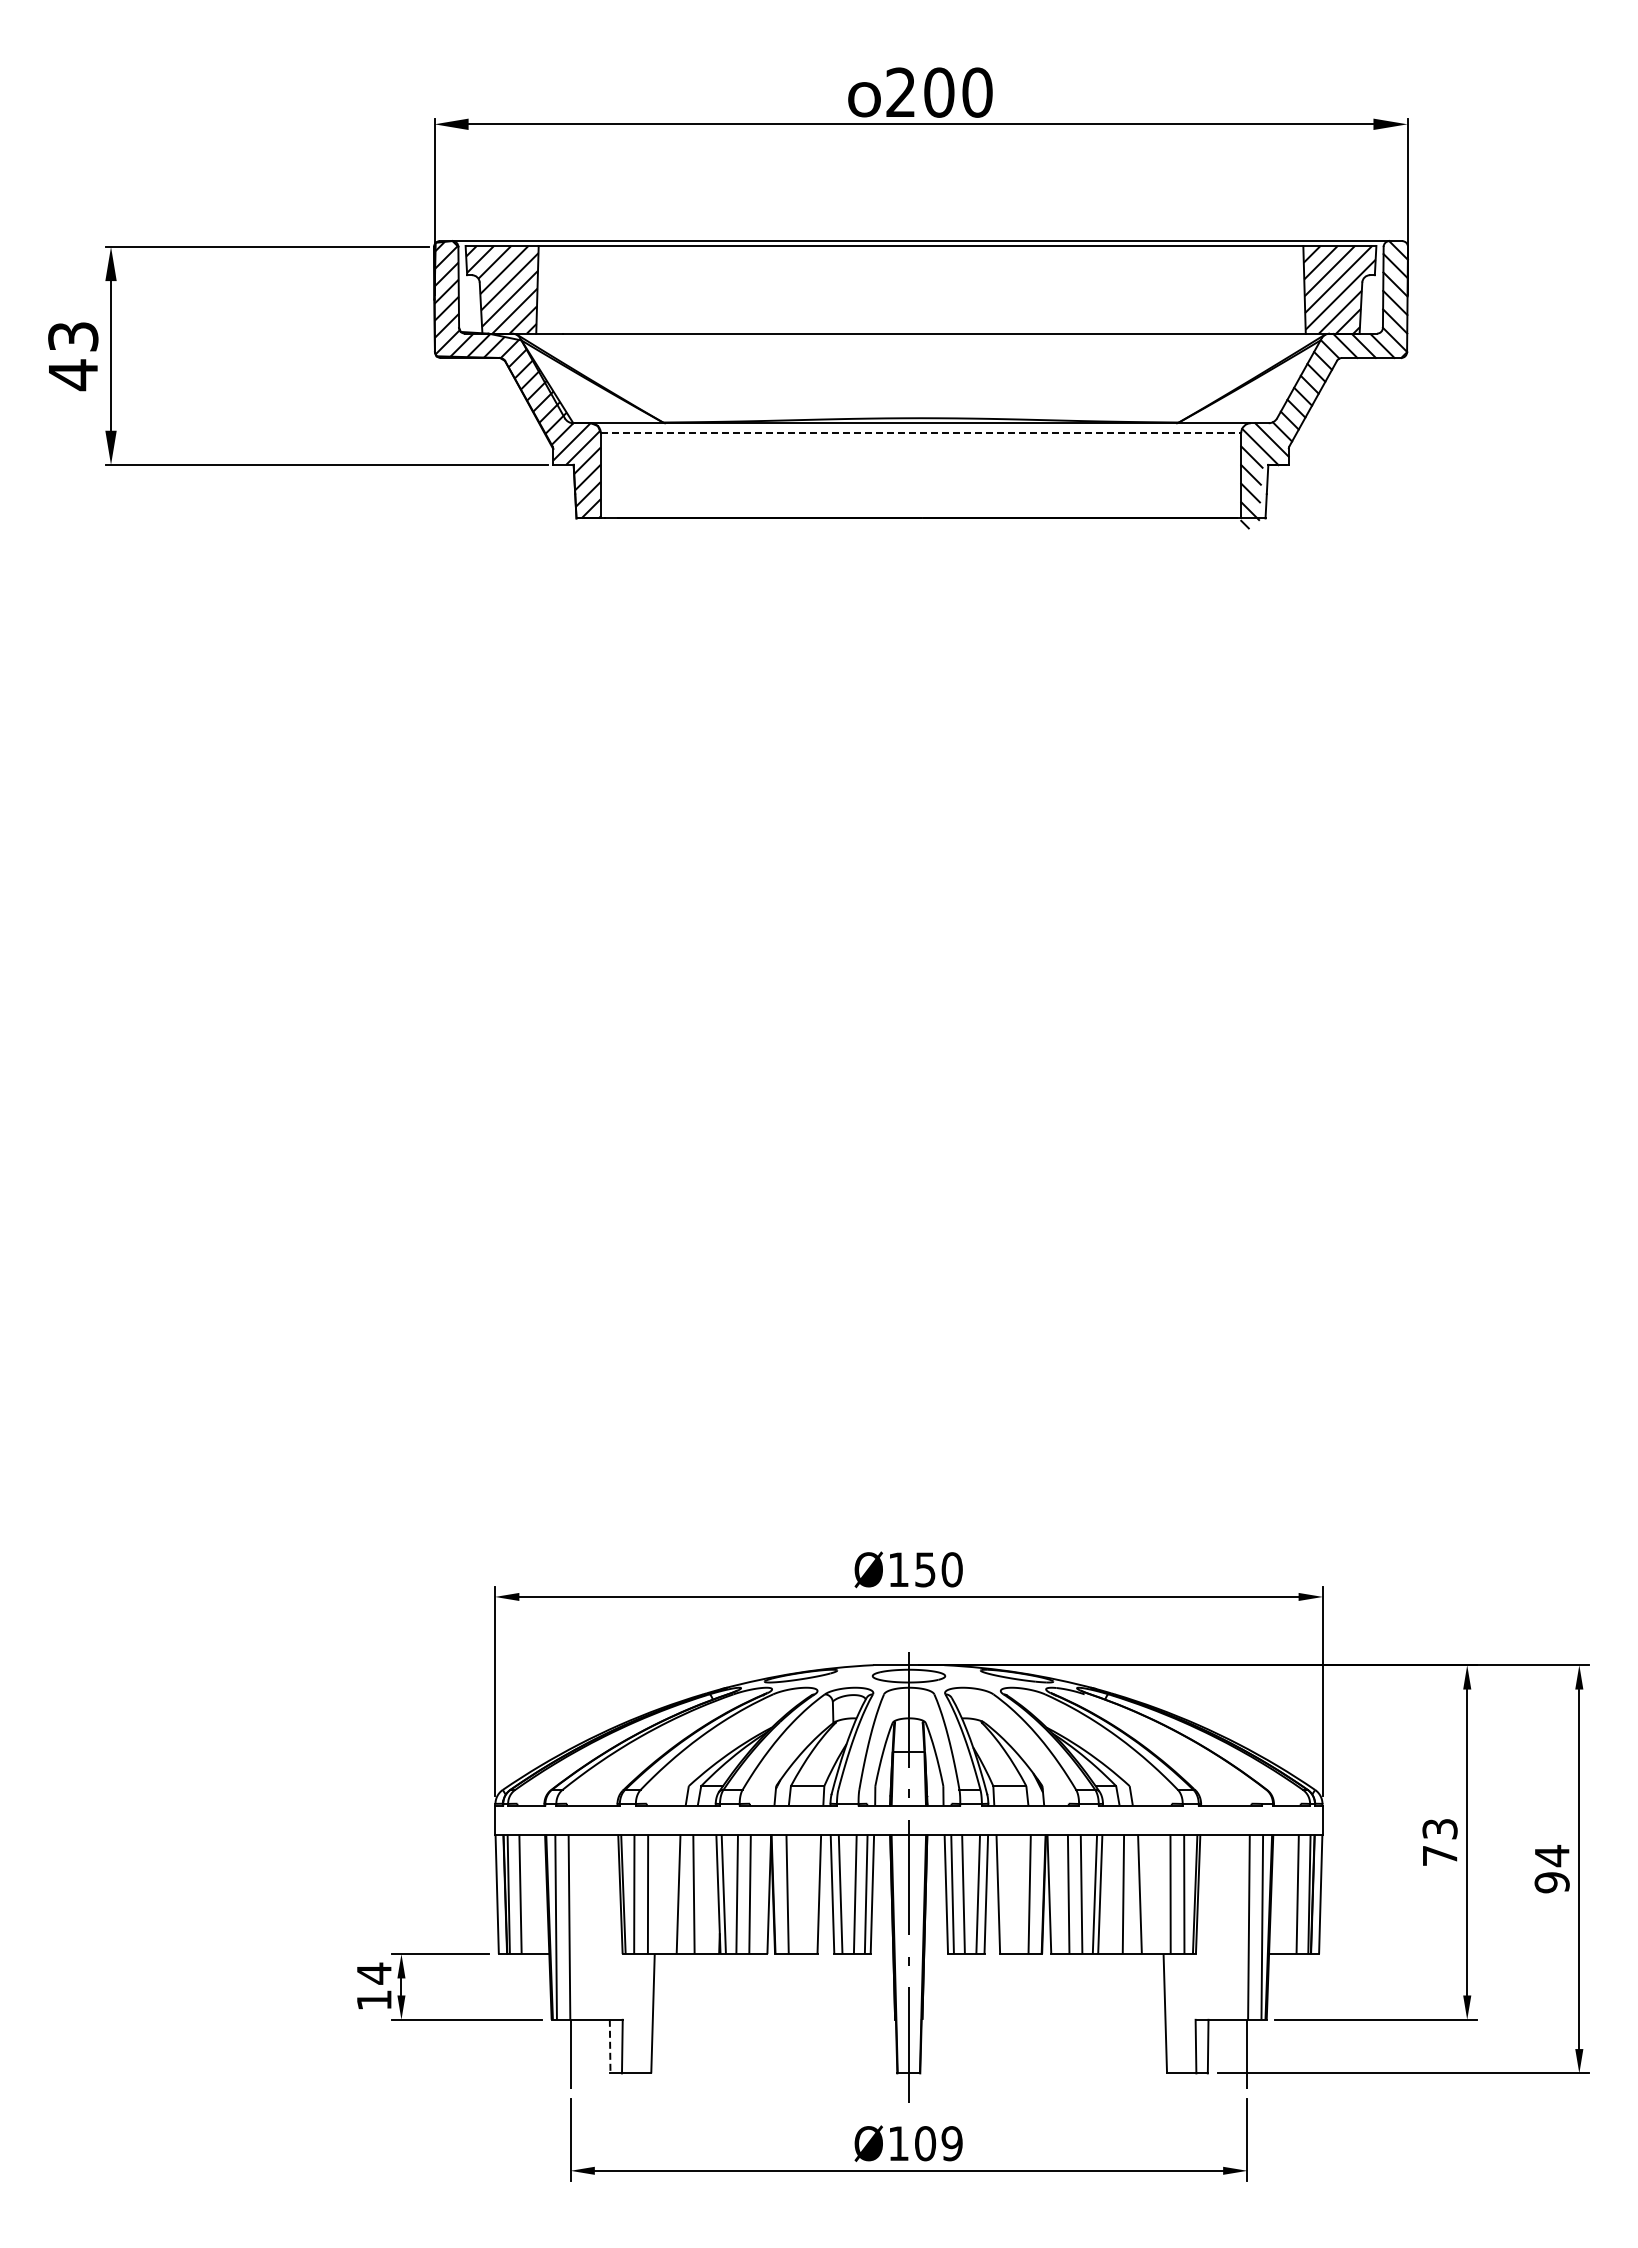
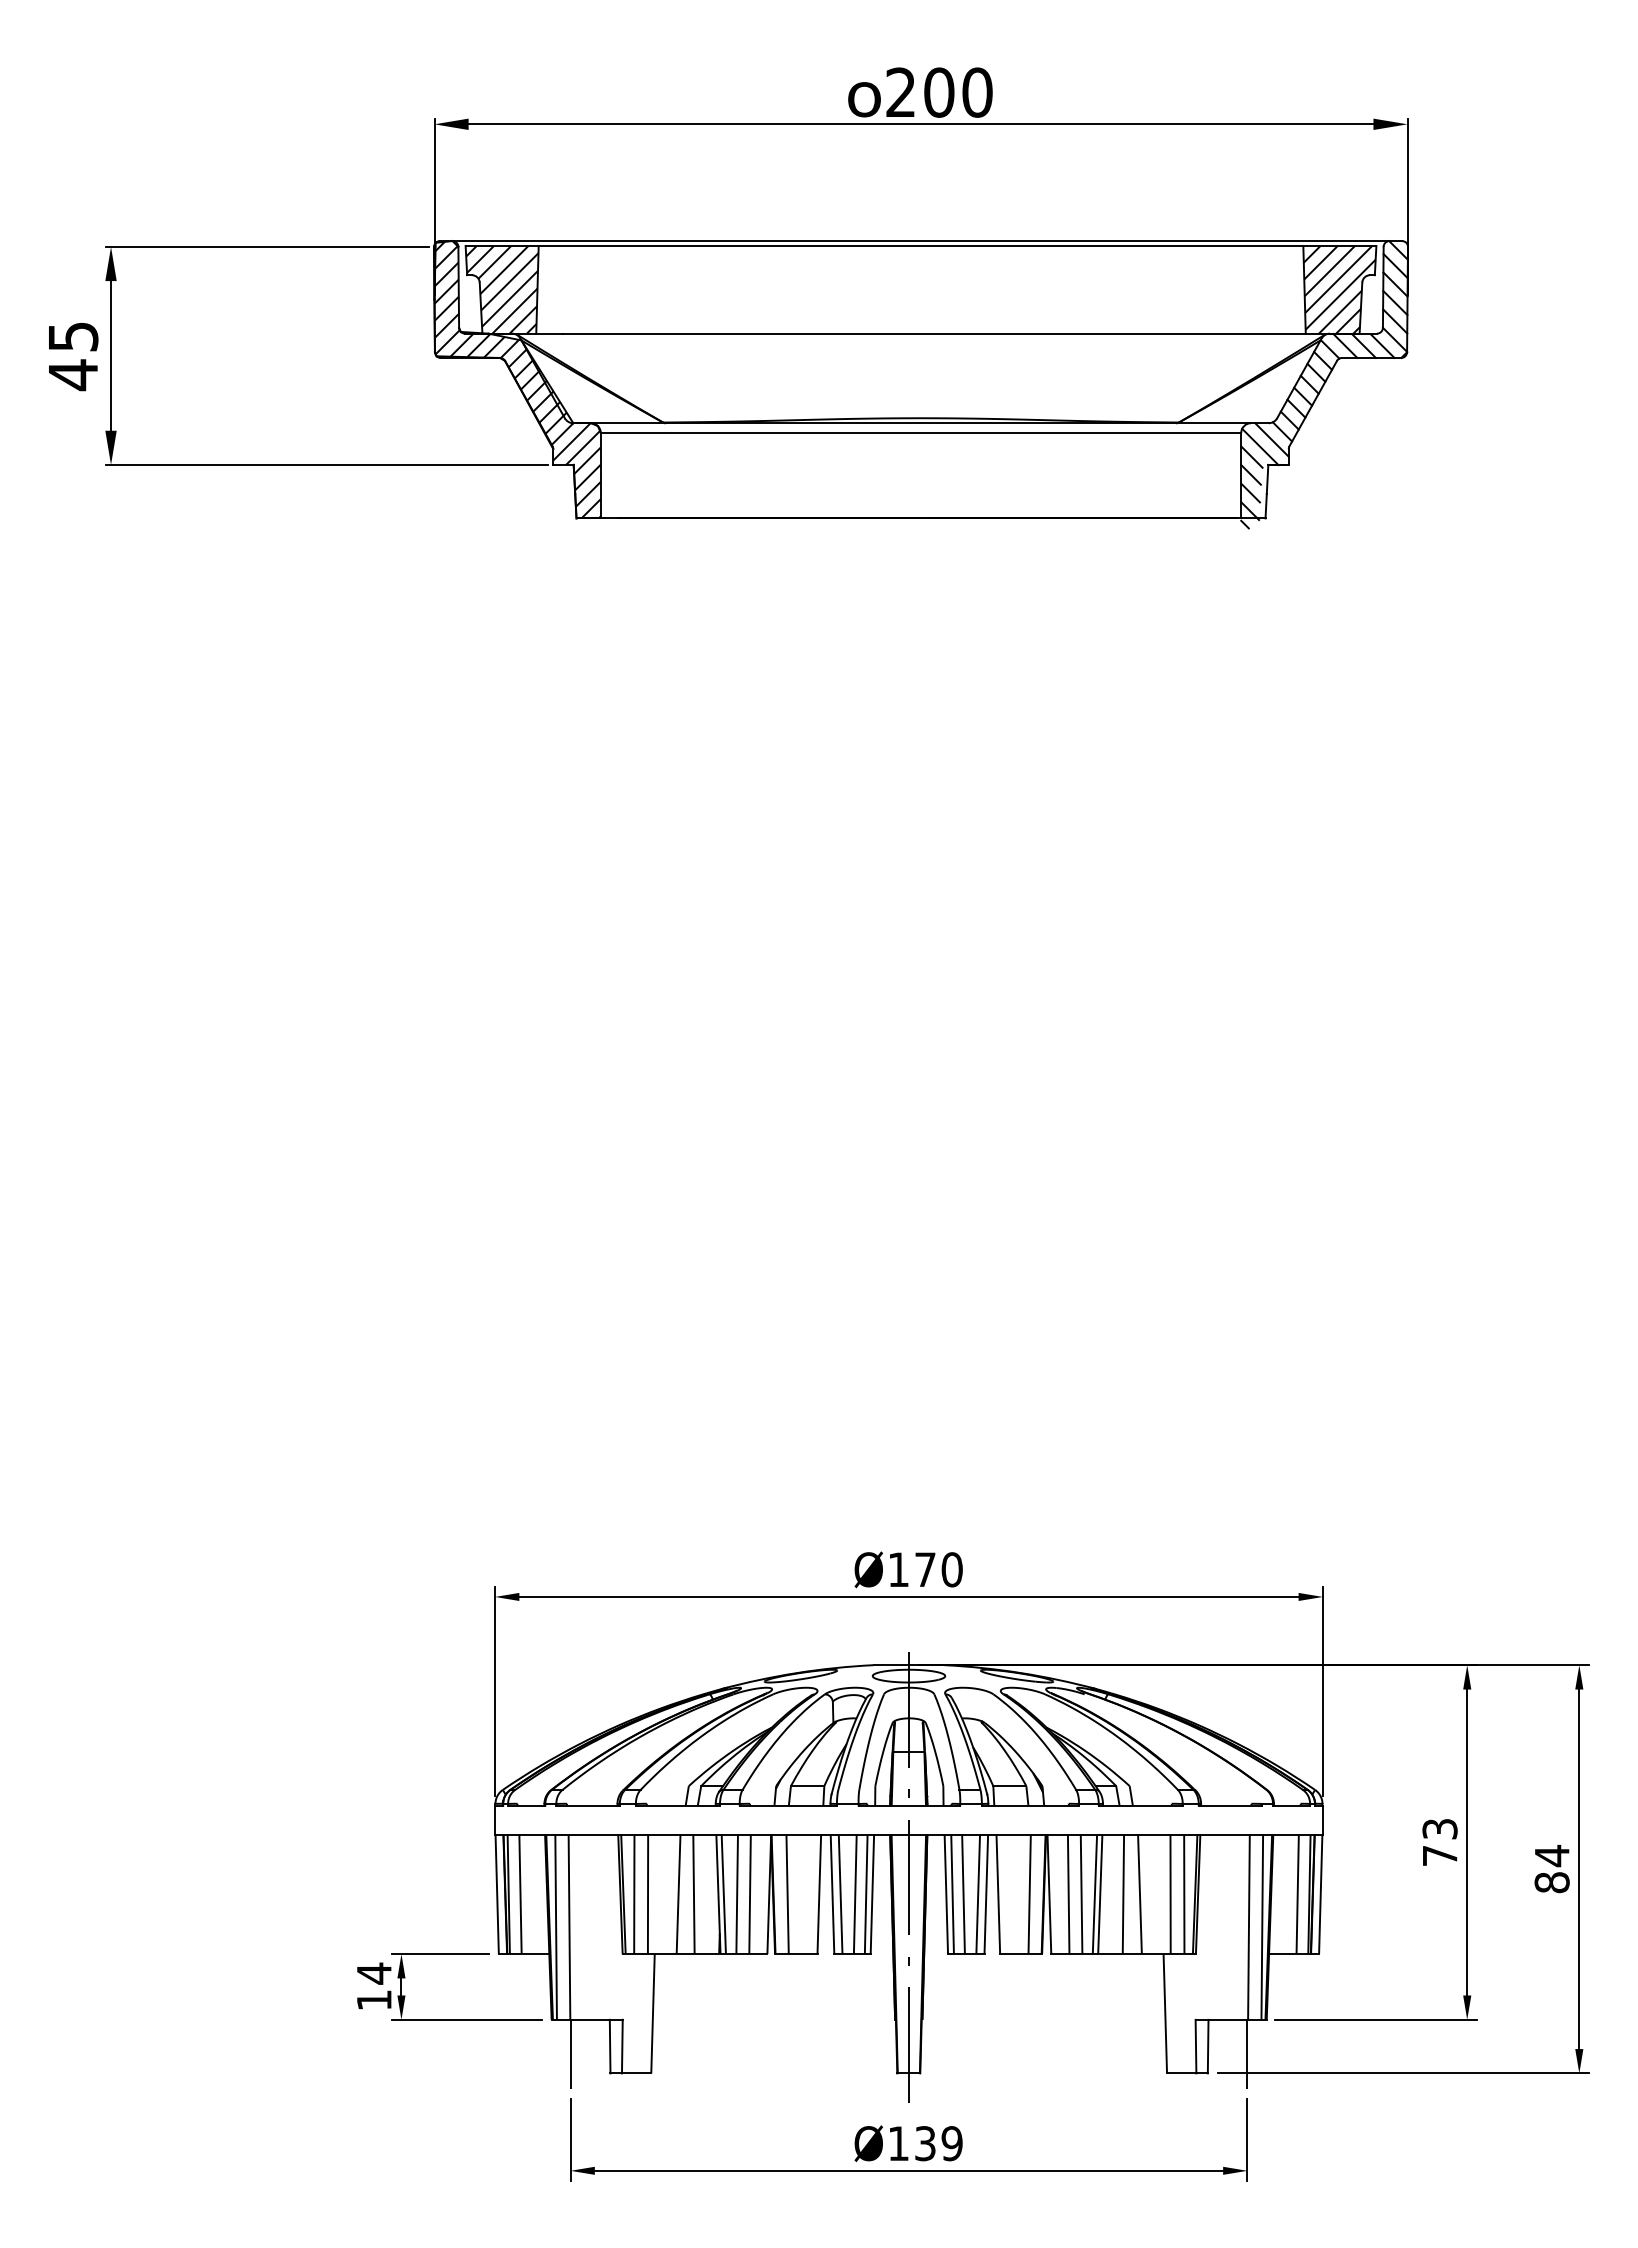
text at (72, 336): 43 -> 45
line at (921, 432): dashed -> solid
text at (925, 1569): Ø150 -> Ø170
text at (1551, 1882): 94 -> 84
line at (610, 2046): dashed -> solid
text at (925, 2143): Ø109 -> Ø139
